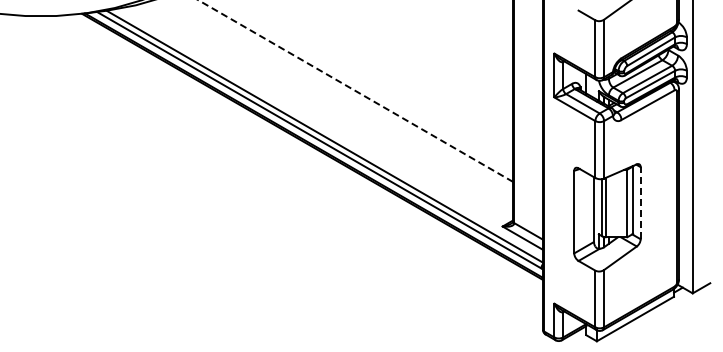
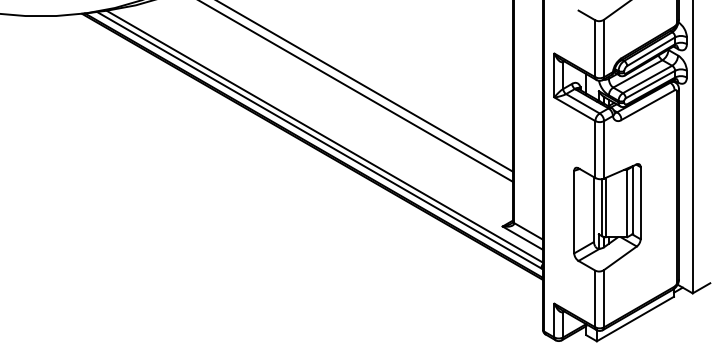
line at (366, 86): none -> present
line at (355, 90): dashed -> solid
line at (640, 202): dashed -> solid
